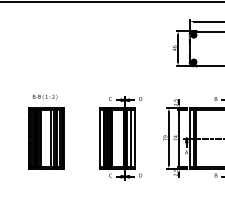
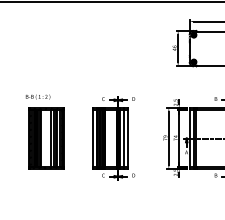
text at (44, 96) position: (44, 96) -> (37, 96)
part at (120, 138) position: (120, 138) -> (113, 138)
